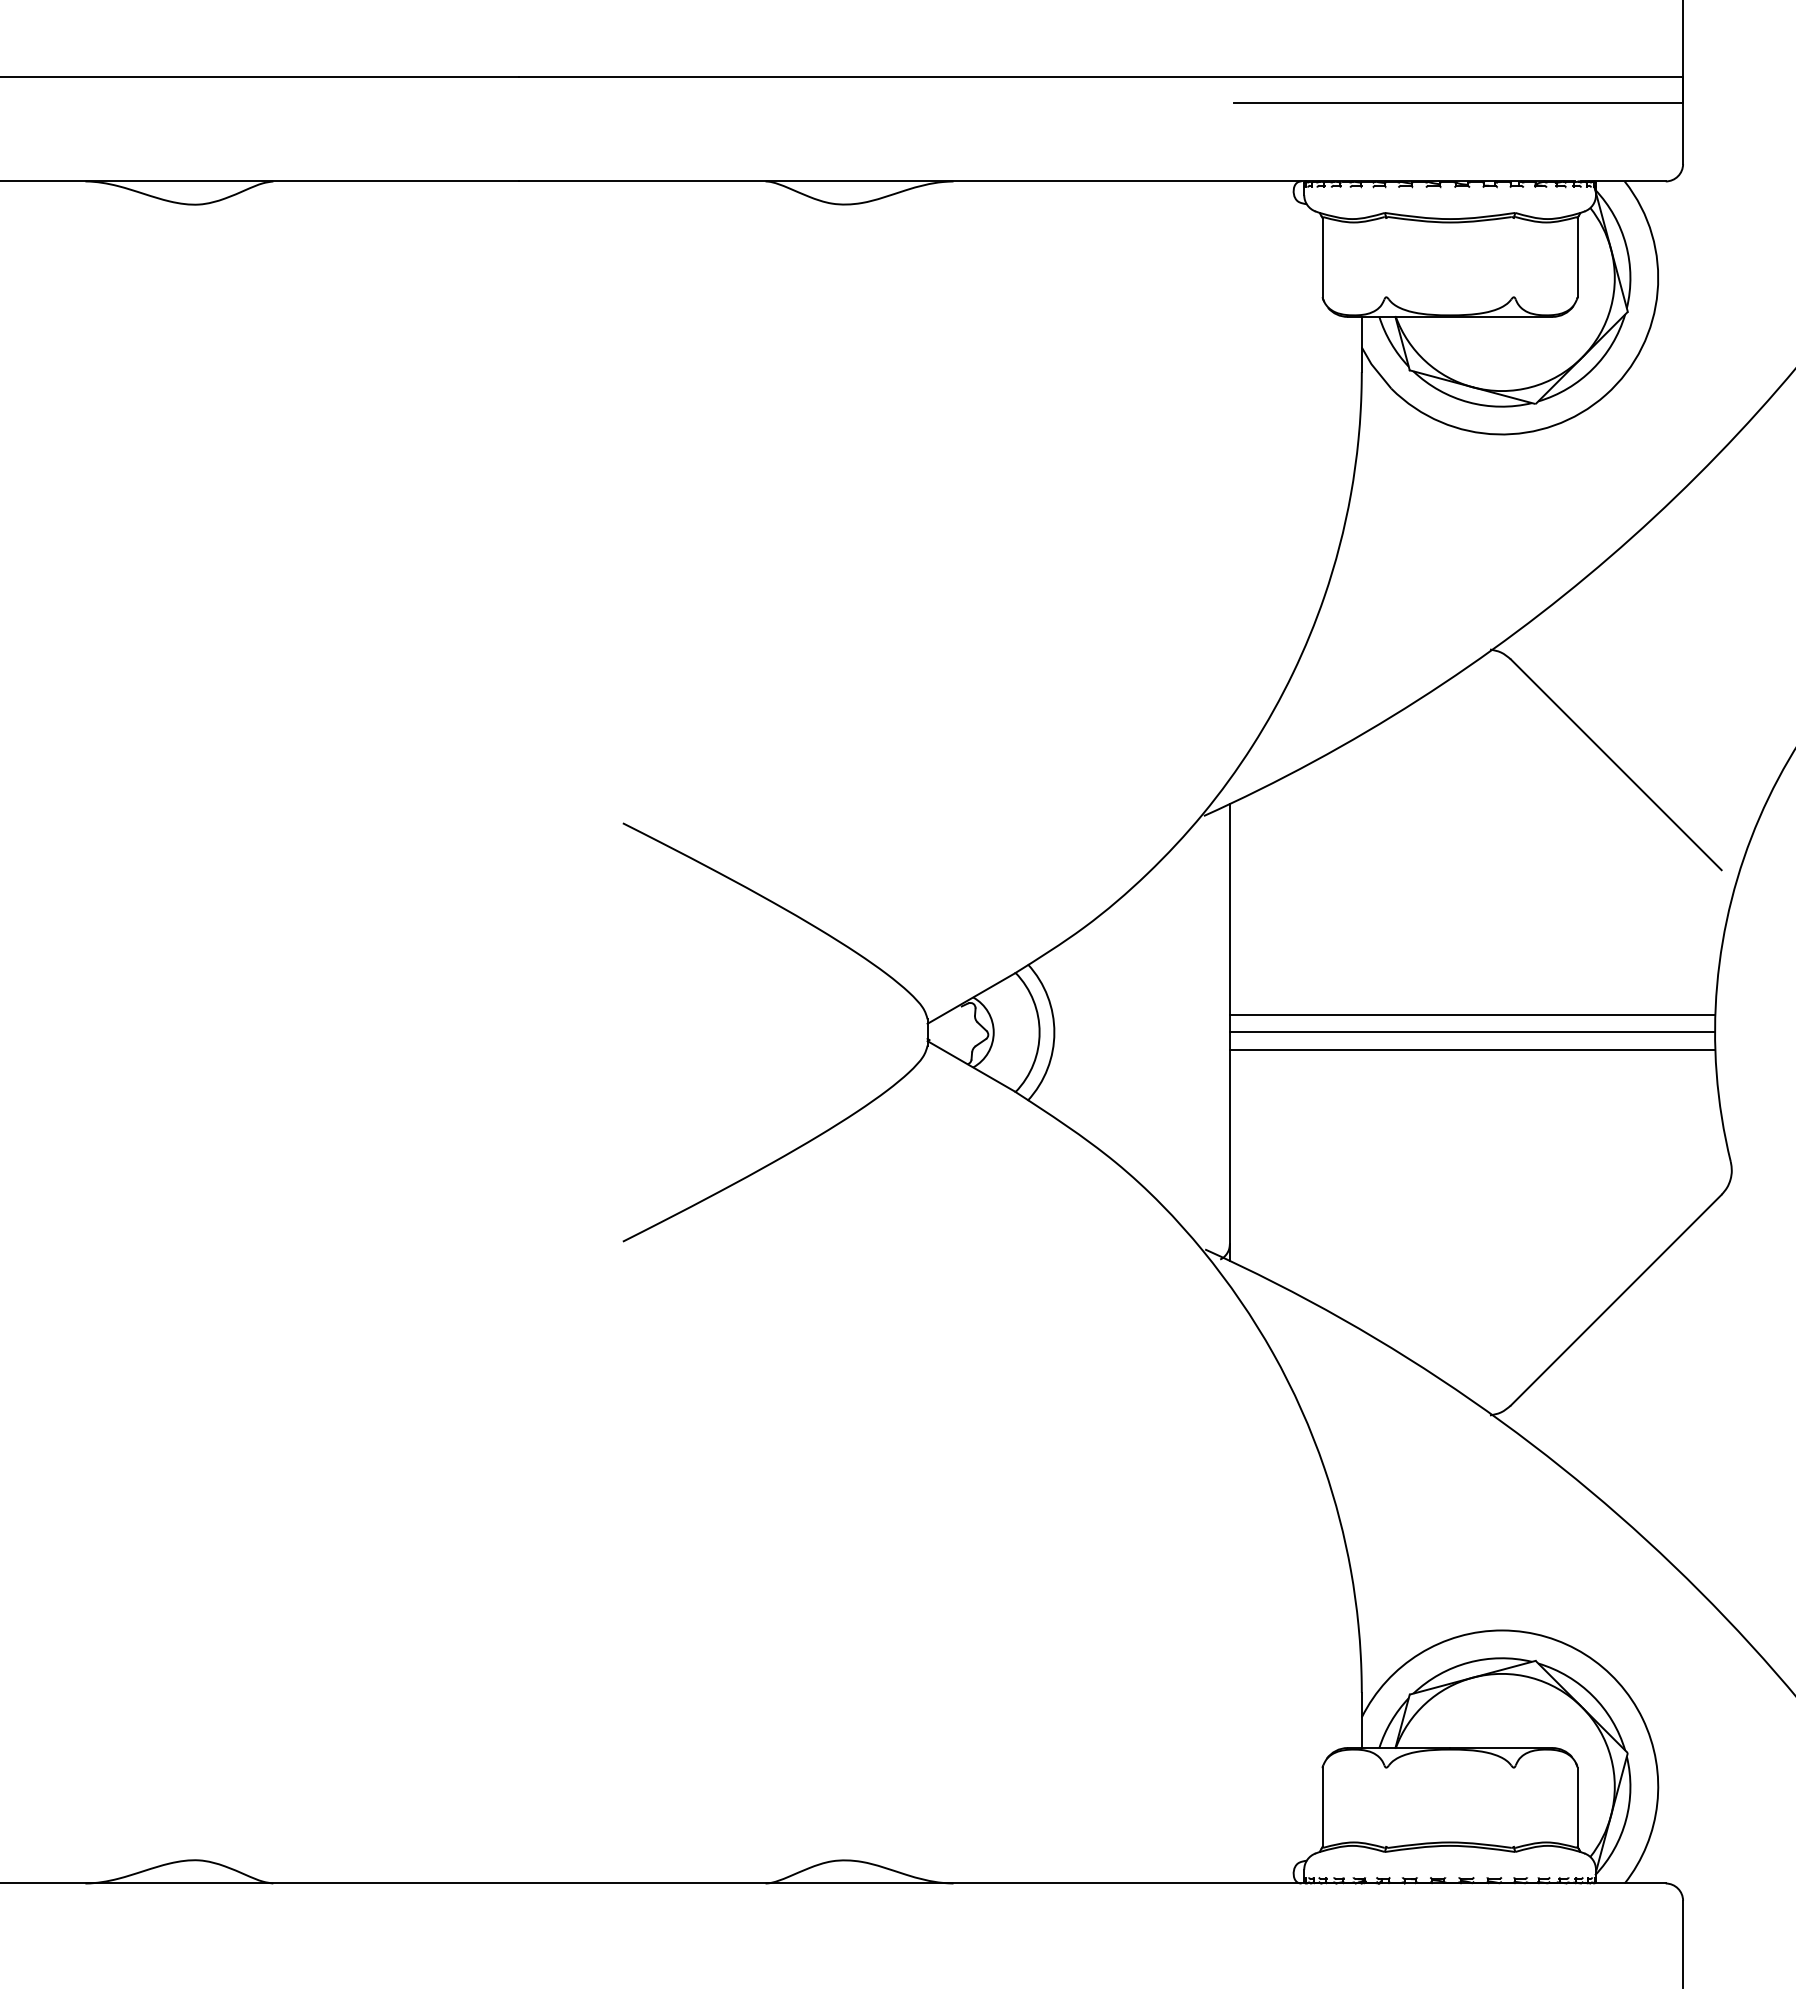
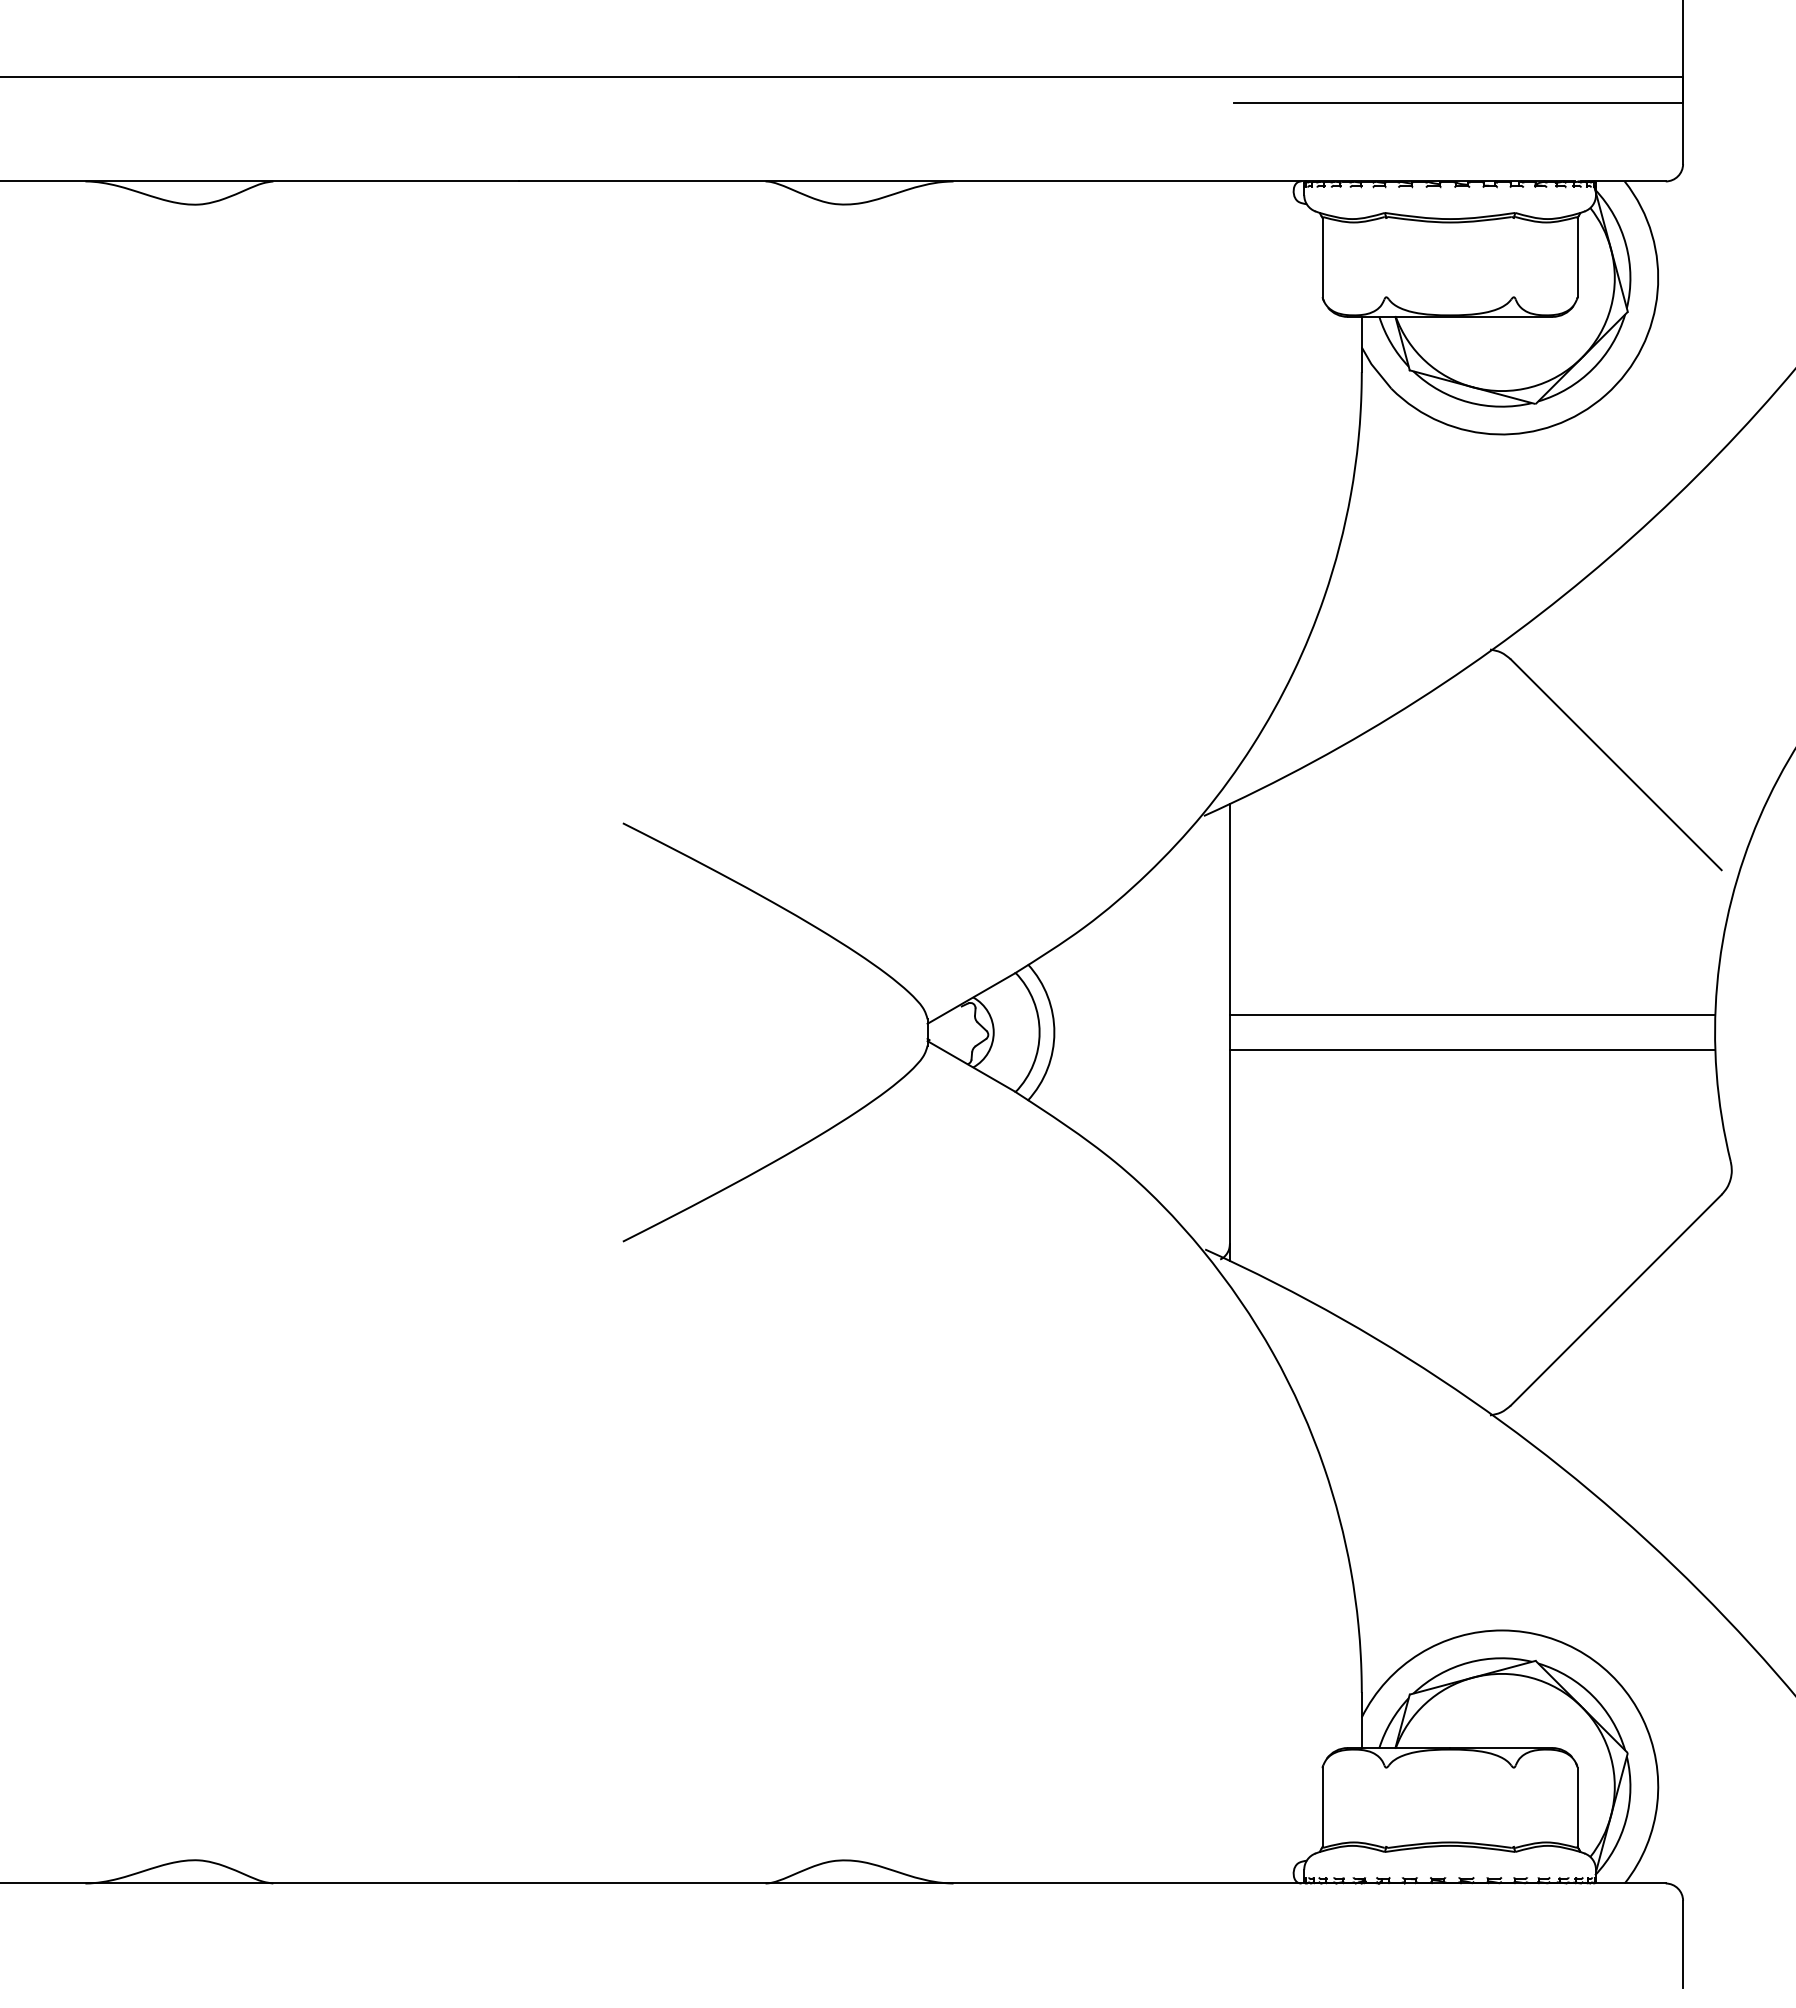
line at (1472, 1032): present -> none
